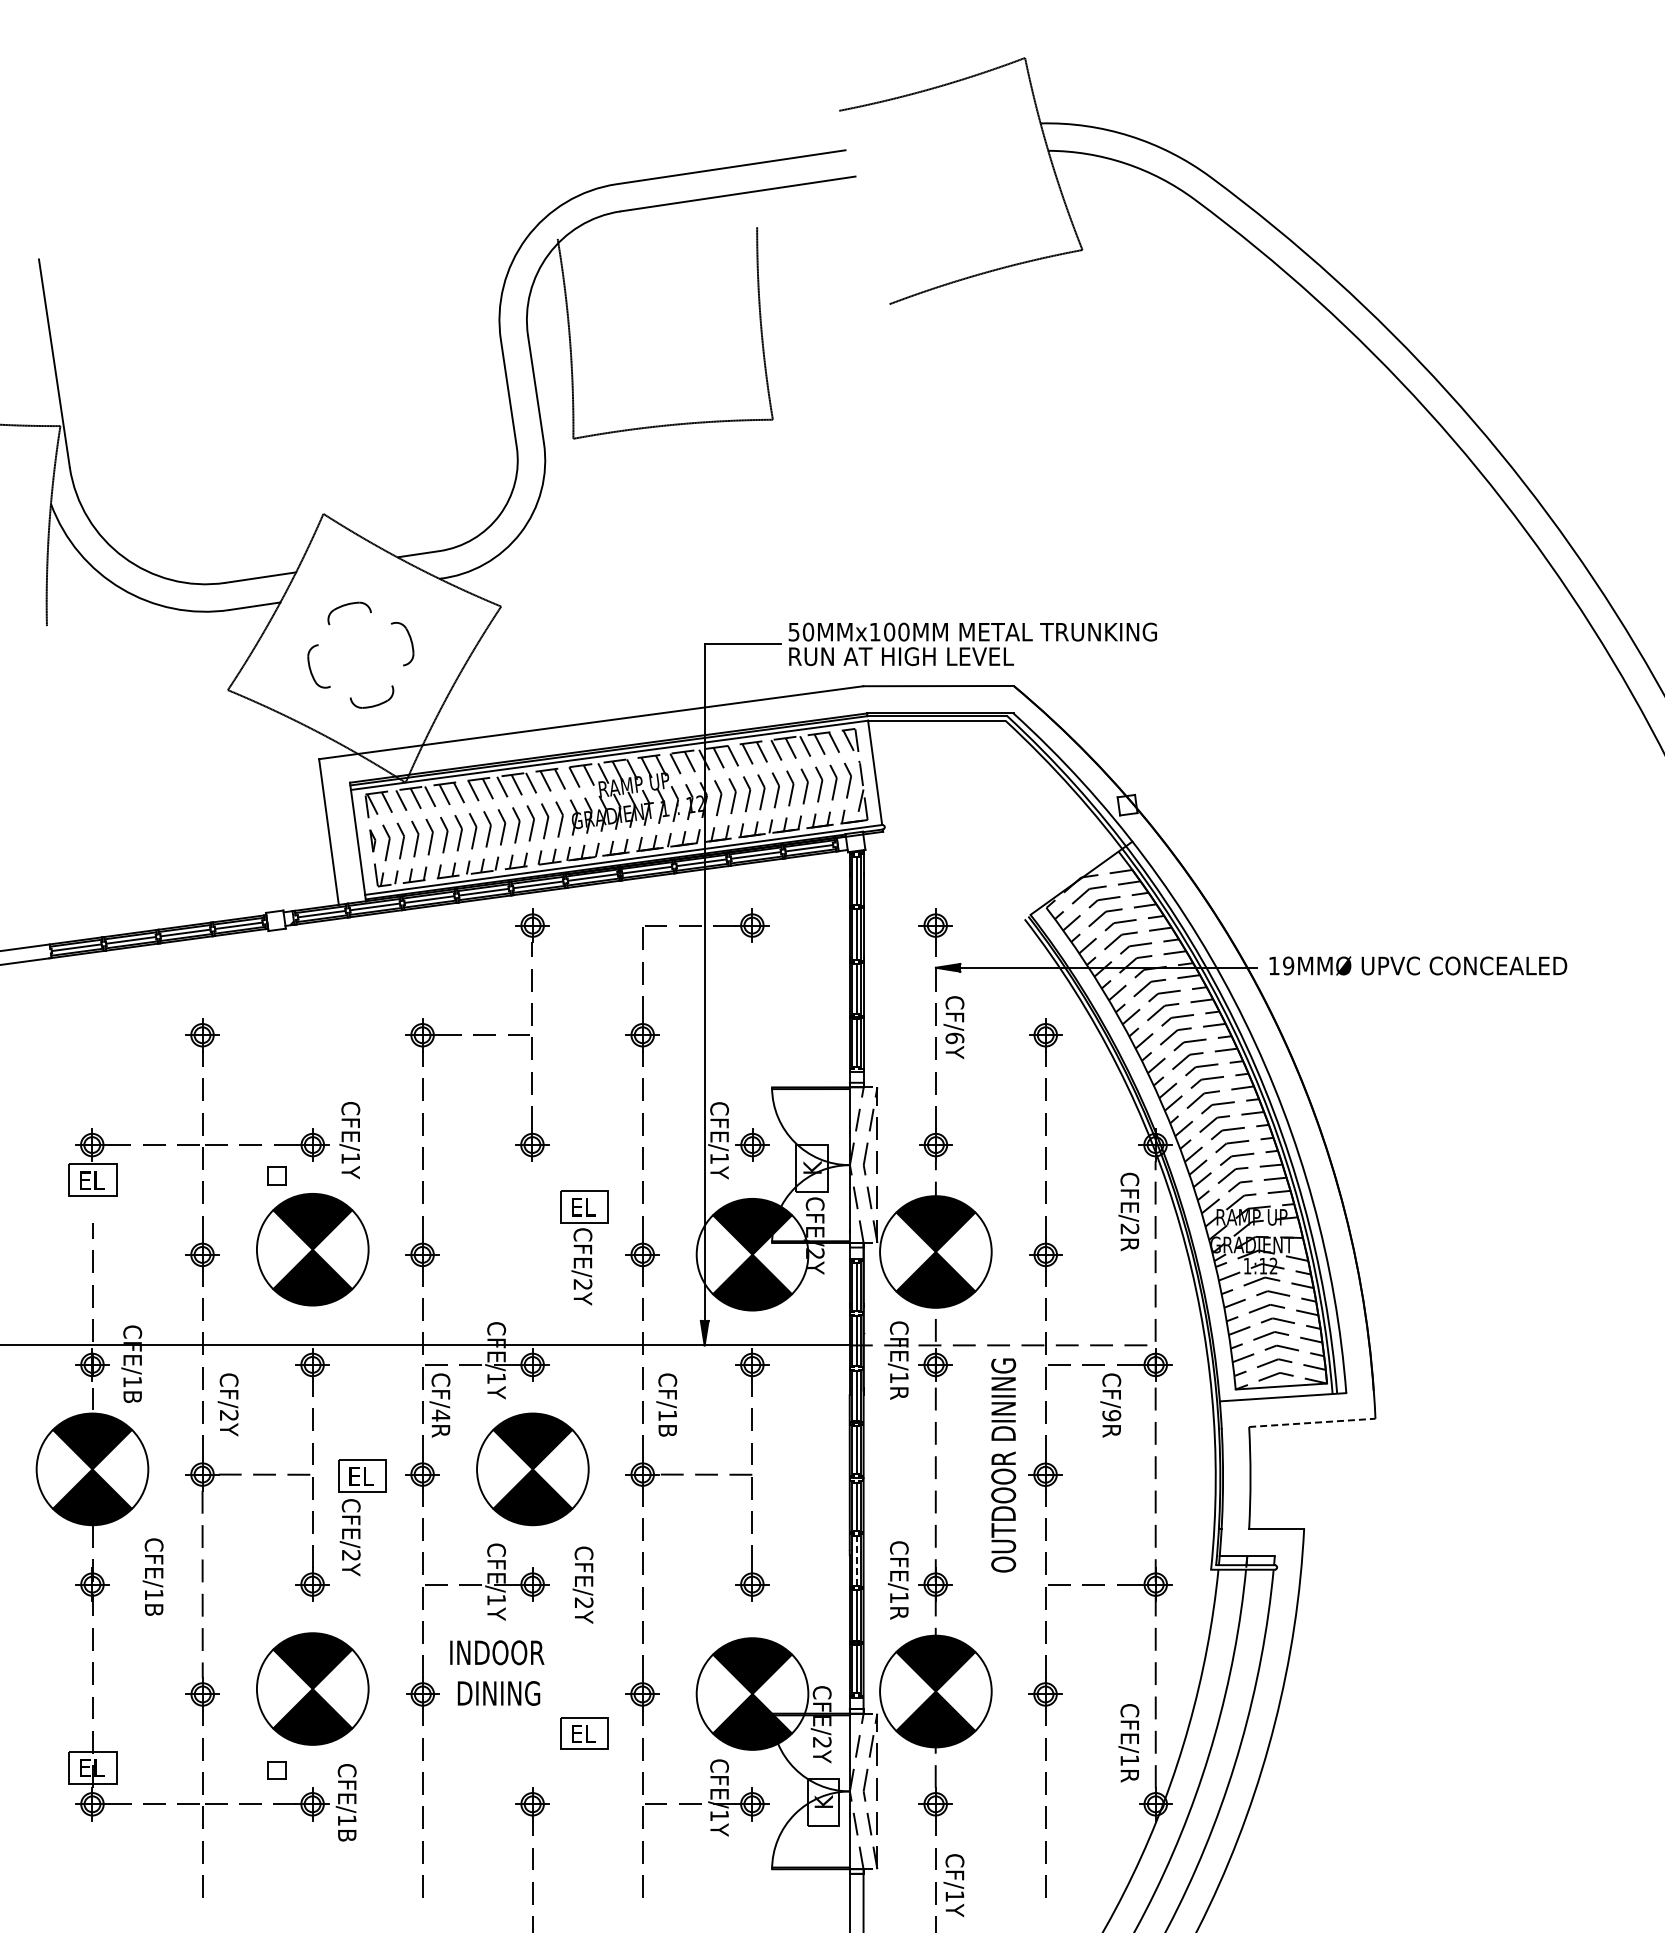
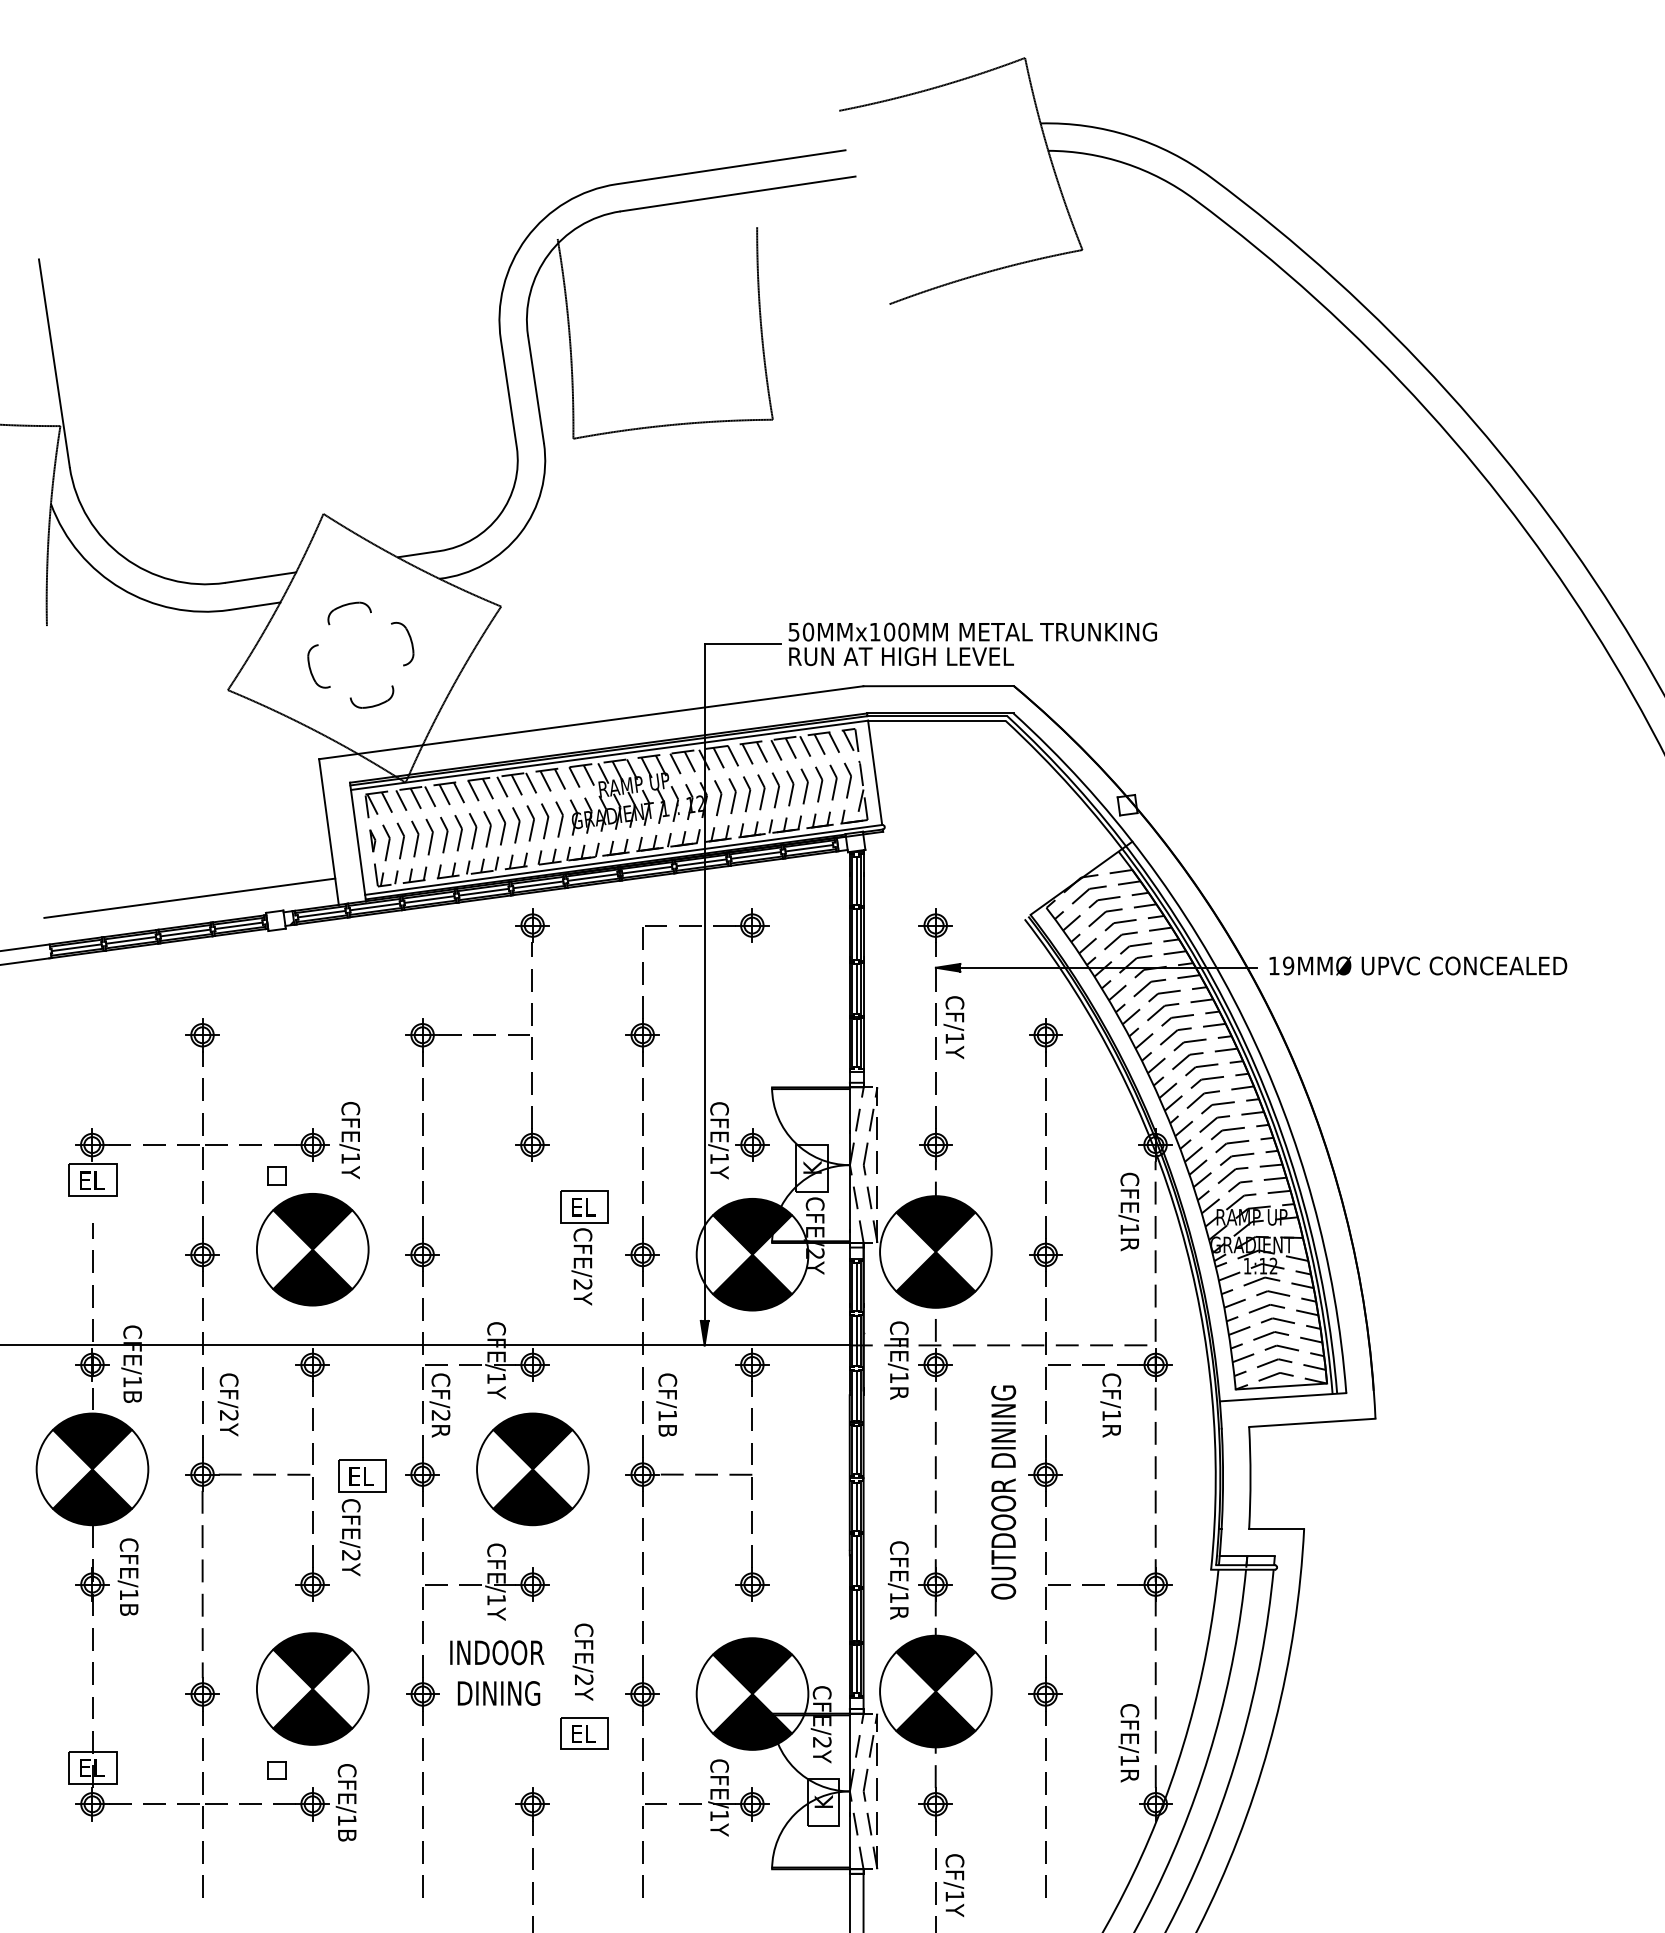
line at (189, 897): none -> present
text at (954, 1038): CF/6Y -> CF/1Y
text at (1129, 1228): CFE/2R -> CFE/1R
text at (440, 1415): CF/4R -> CF/2R
text at (1111, 1415): CF/9R -> CF/1R
line at (1312, 1422): dashed -> solid
text at (1003, 1465) position: (1003, 1465) -> (1003, 1492)
line at (856, 1560): dashed -> solid
text at (152, 1576) position: (152, 1576) -> (127, 1576)
text at (582, 1584) position: (582, 1584) -> (582, 1661)
